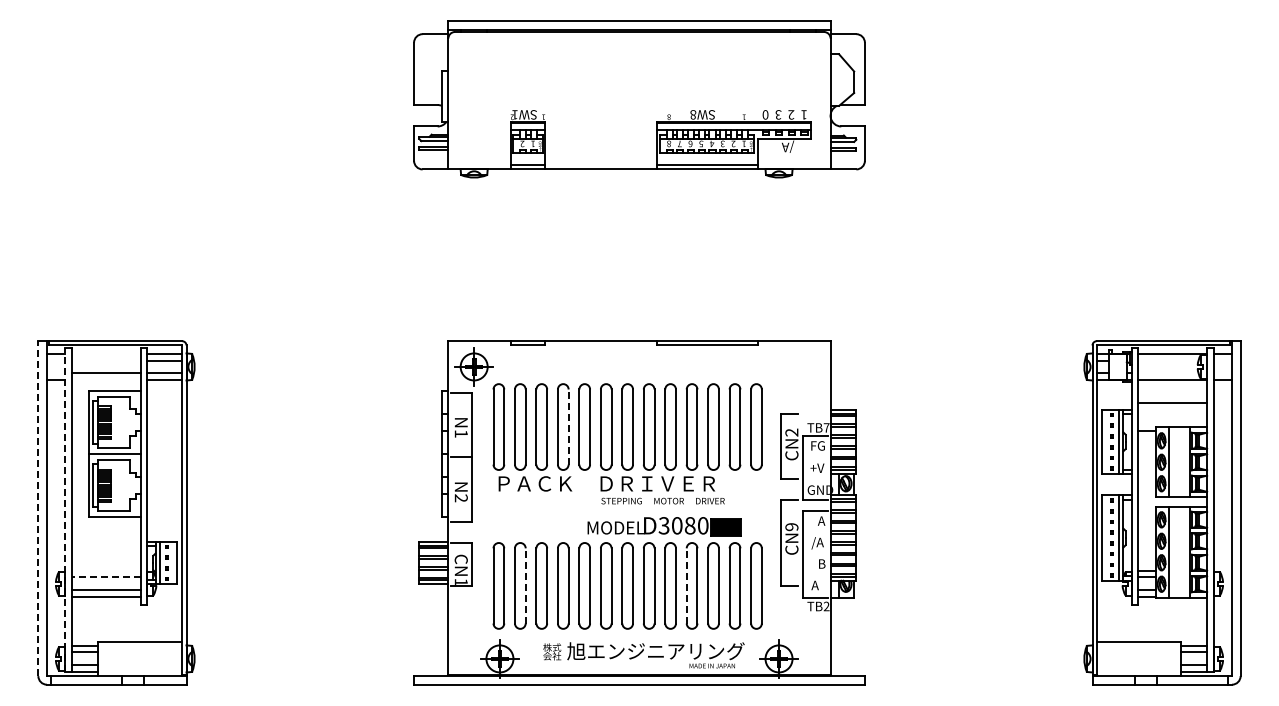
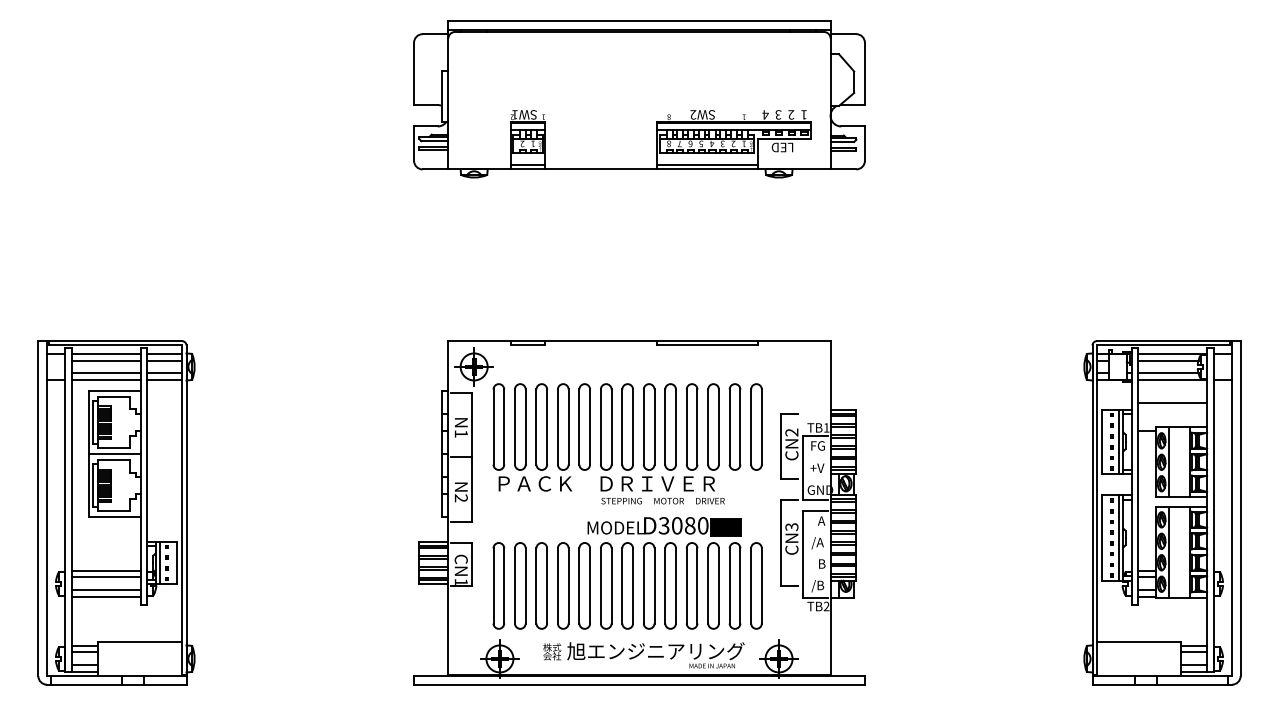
text at (693, 114): SW8 -> SW2
text at (765, 114): 0 -> 4
text at (782, 146): /A -> LED
line at (105, 354): none -> present
line at (105, 360): none -> present
line at (1168, 360): none -> present
line at (1168, 373): none -> present
line at (105, 379): none -> present
line at (568, 427): dashed -> solid
text at (826, 427): TB7 -> TB1
line at (38, 508): dashed -> solid
line at (65, 509): dashed -> solid
text at (791, 527): CN9 -> CN3
line at (105, 570): none -> present
line at (105, 577): dashed -> solid
line at (525, 585): dashed -> solid
line at (686, 585): dashed -> solid
text at (817, 586): A -> /B
